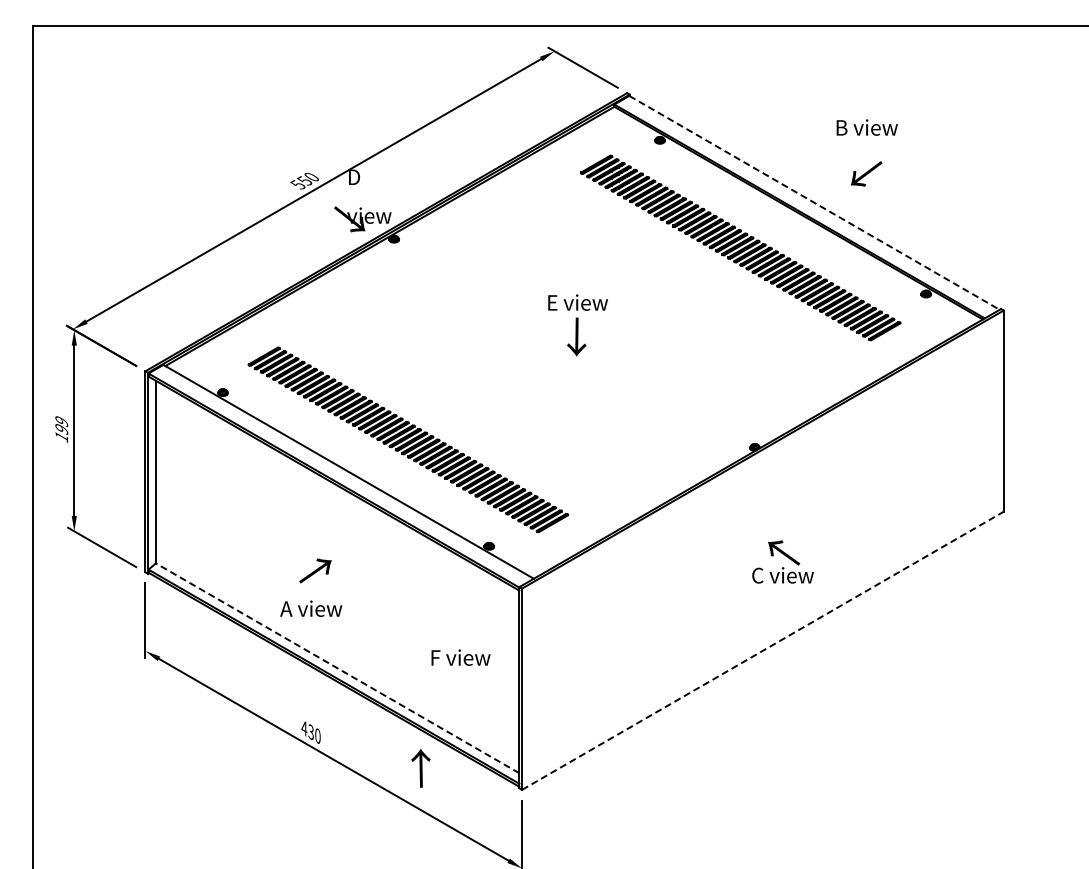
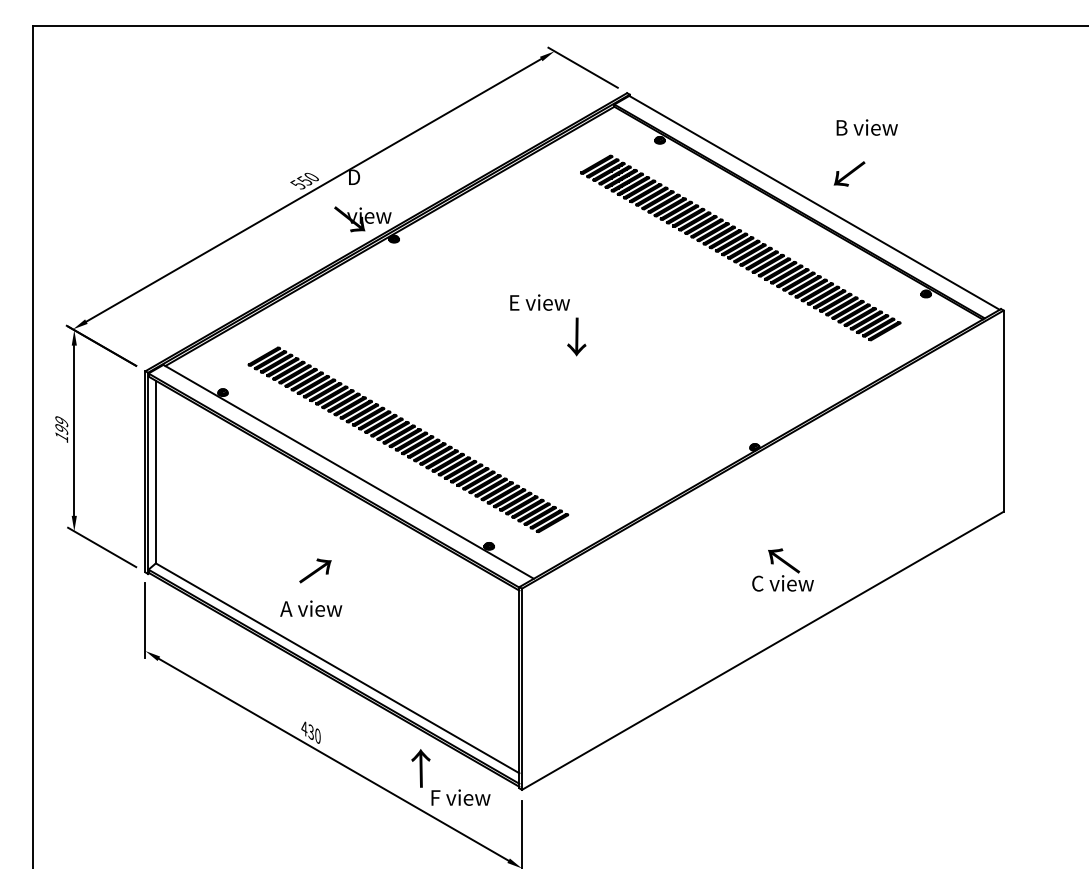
text at (866, 173) position: (866, 173) -> (849, 173)
line at (814, 202): dashed -> solid
text at (577, 302) position: (577, 302) -> (539, 302)
text at (782, 561) position: (782, 561) -> (782, 569)
line at (763, 650): dashed -> solid
text at (460, 657) position: (460, 657) -> (460, 797)
line at (337, 668): dashed -> solid
